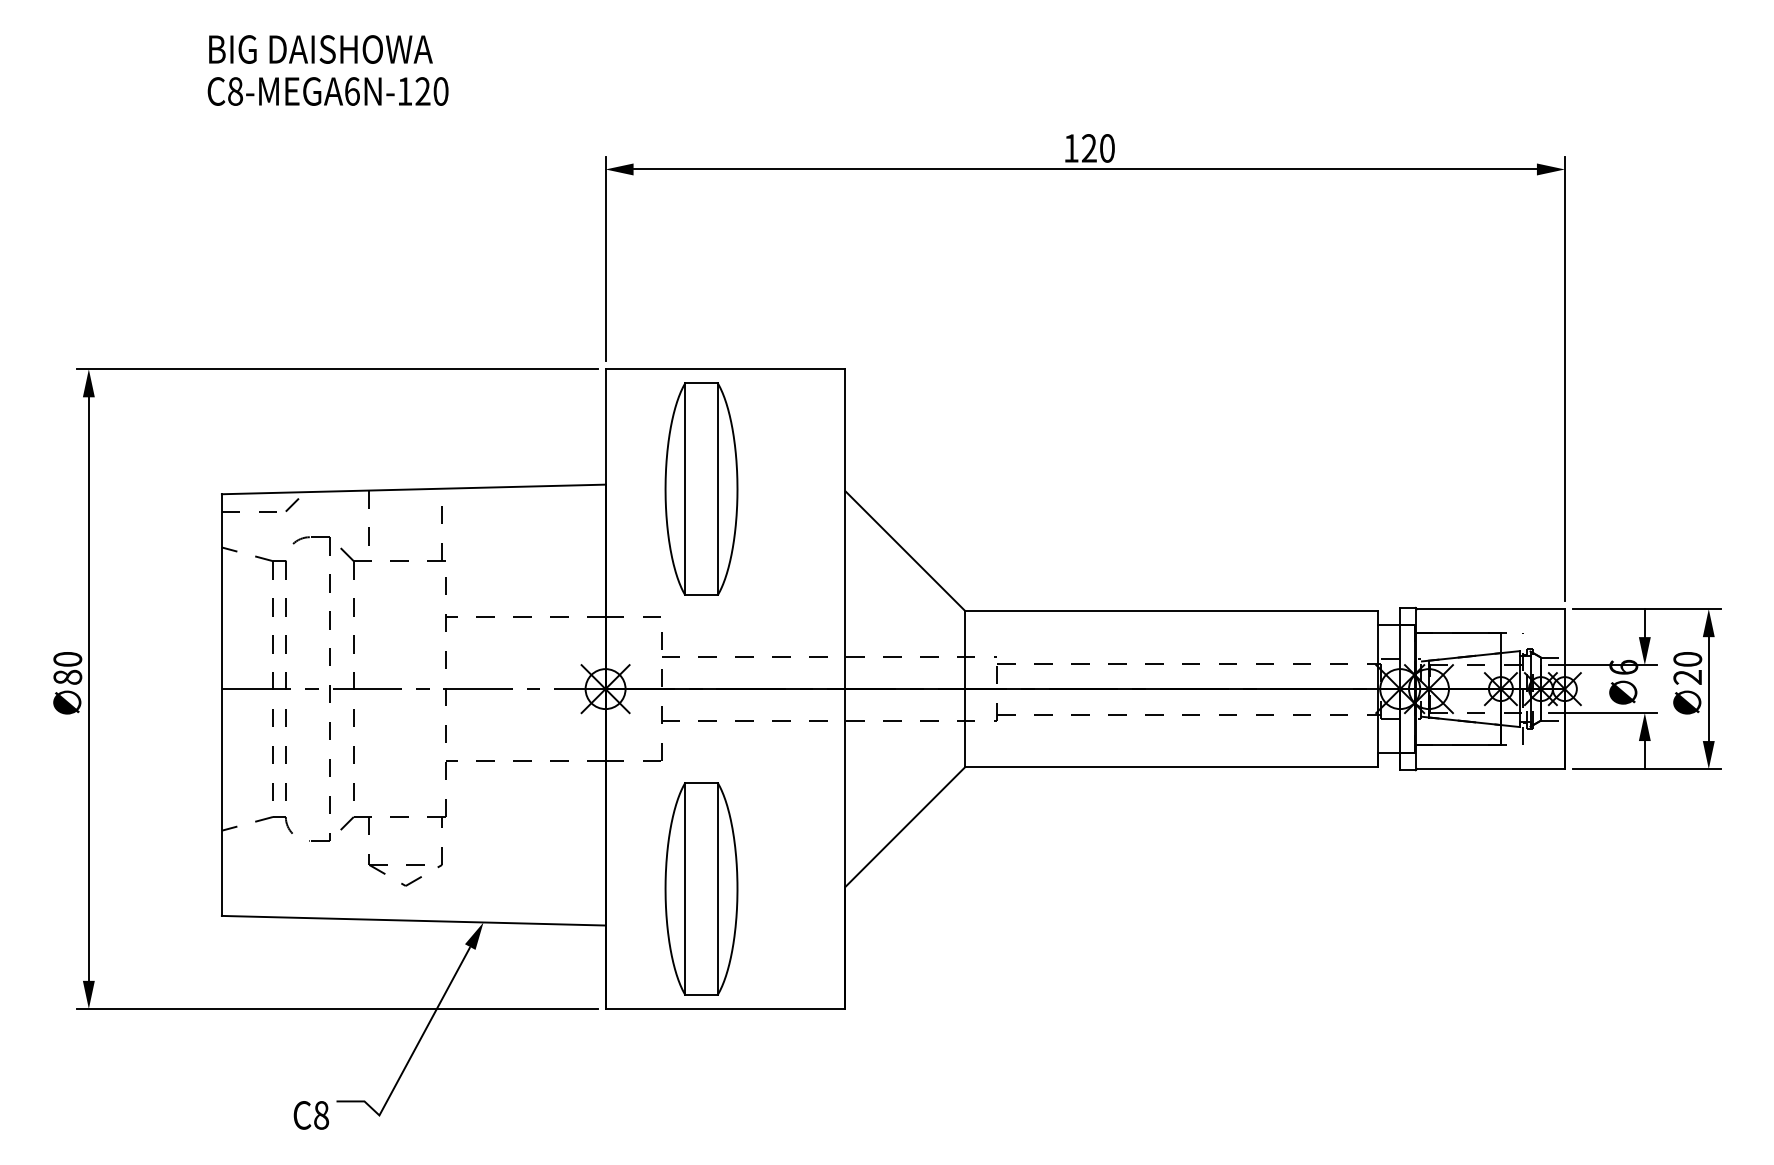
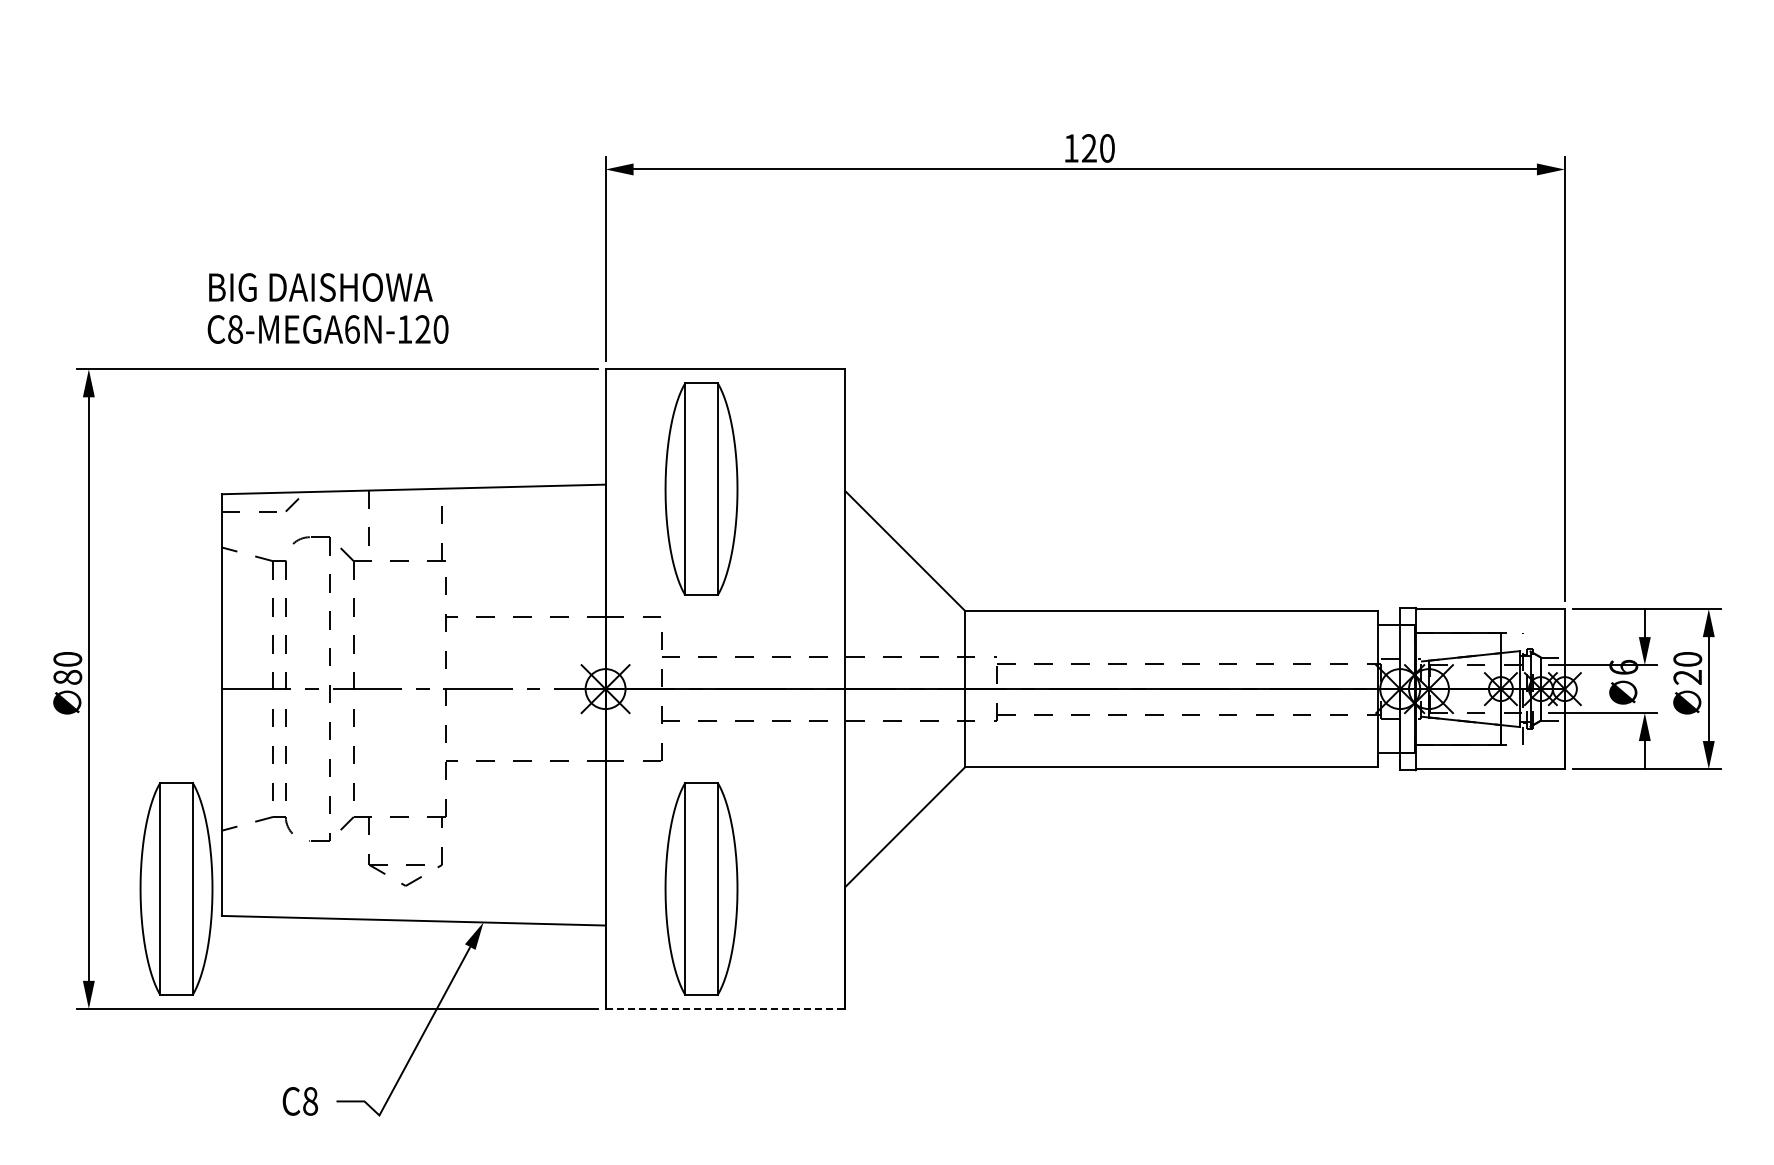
text at (327, 70) position: (327, 70) -> (327, 308)
part at (176, 888): none -> present
line at (725, 1008): solid -> dashed
text at (310, 1115) position: (310, 1115) -> (299, 1101)
